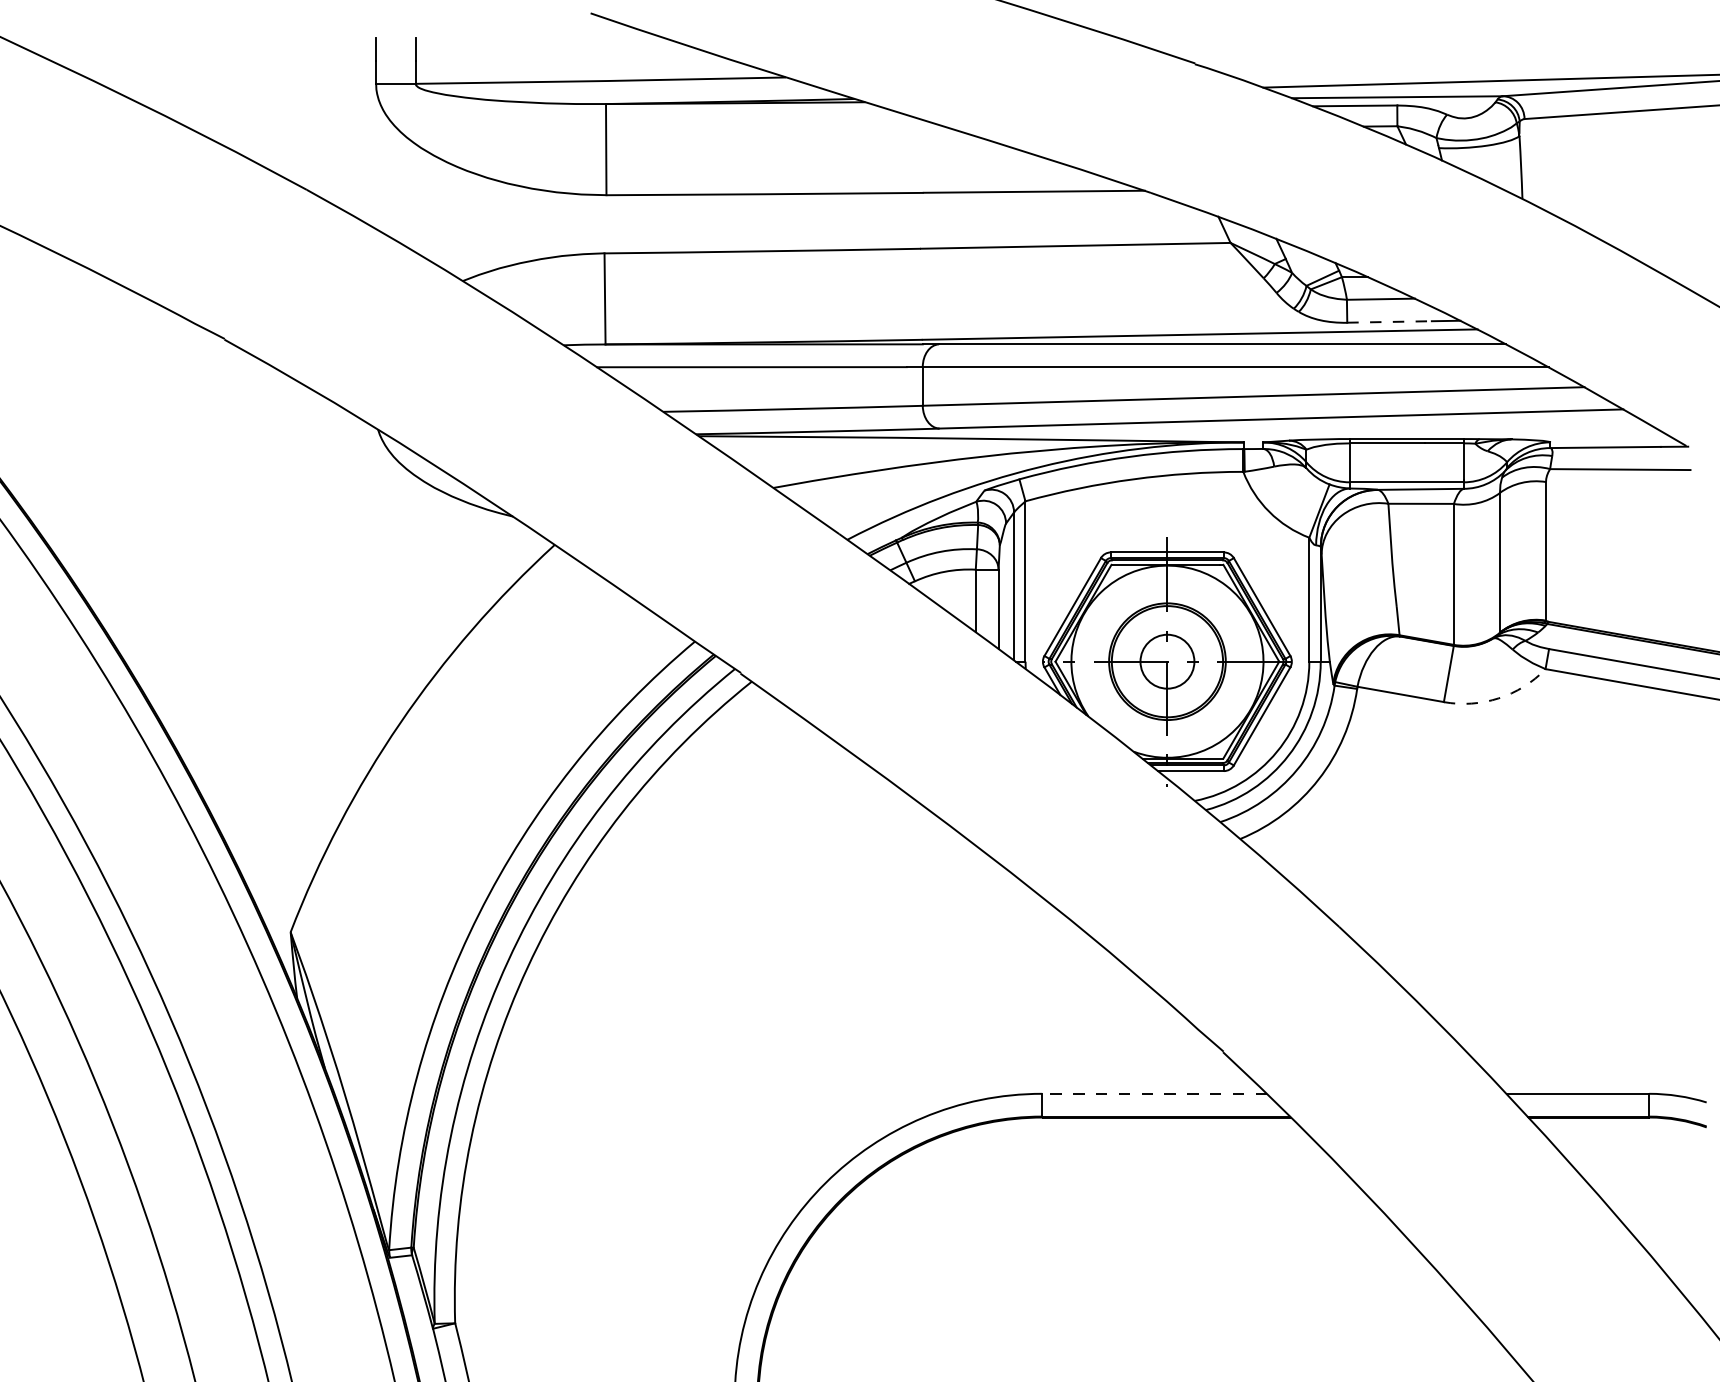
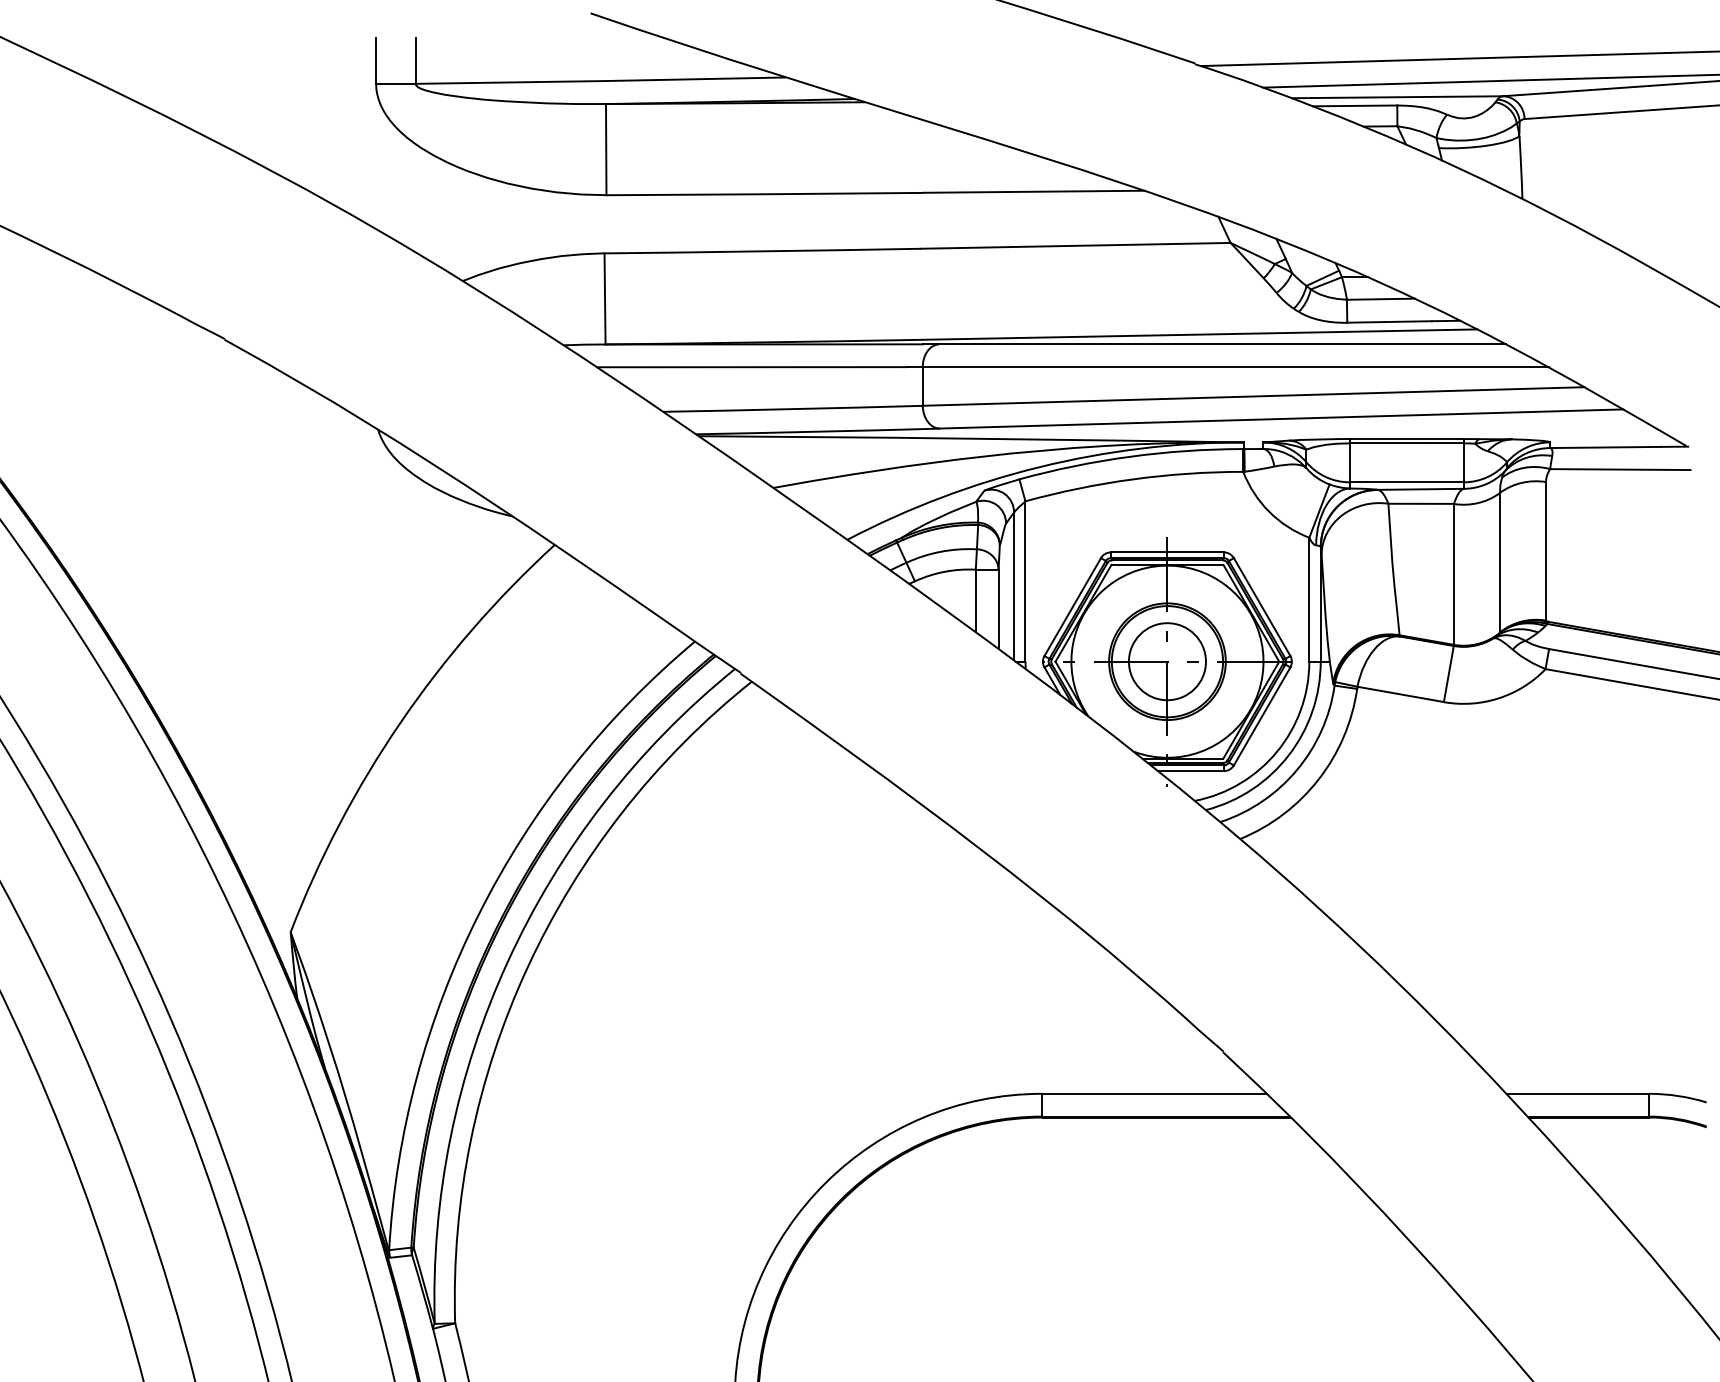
line at (1458, 58): none -> present
line at (1390, 321): dashed -> solid
circle at (1167, 661) diameter: 54 px -> 77 px
arc at (1498, 698): dashed -> solid
line at (1154, 1093): dashed -> solid
